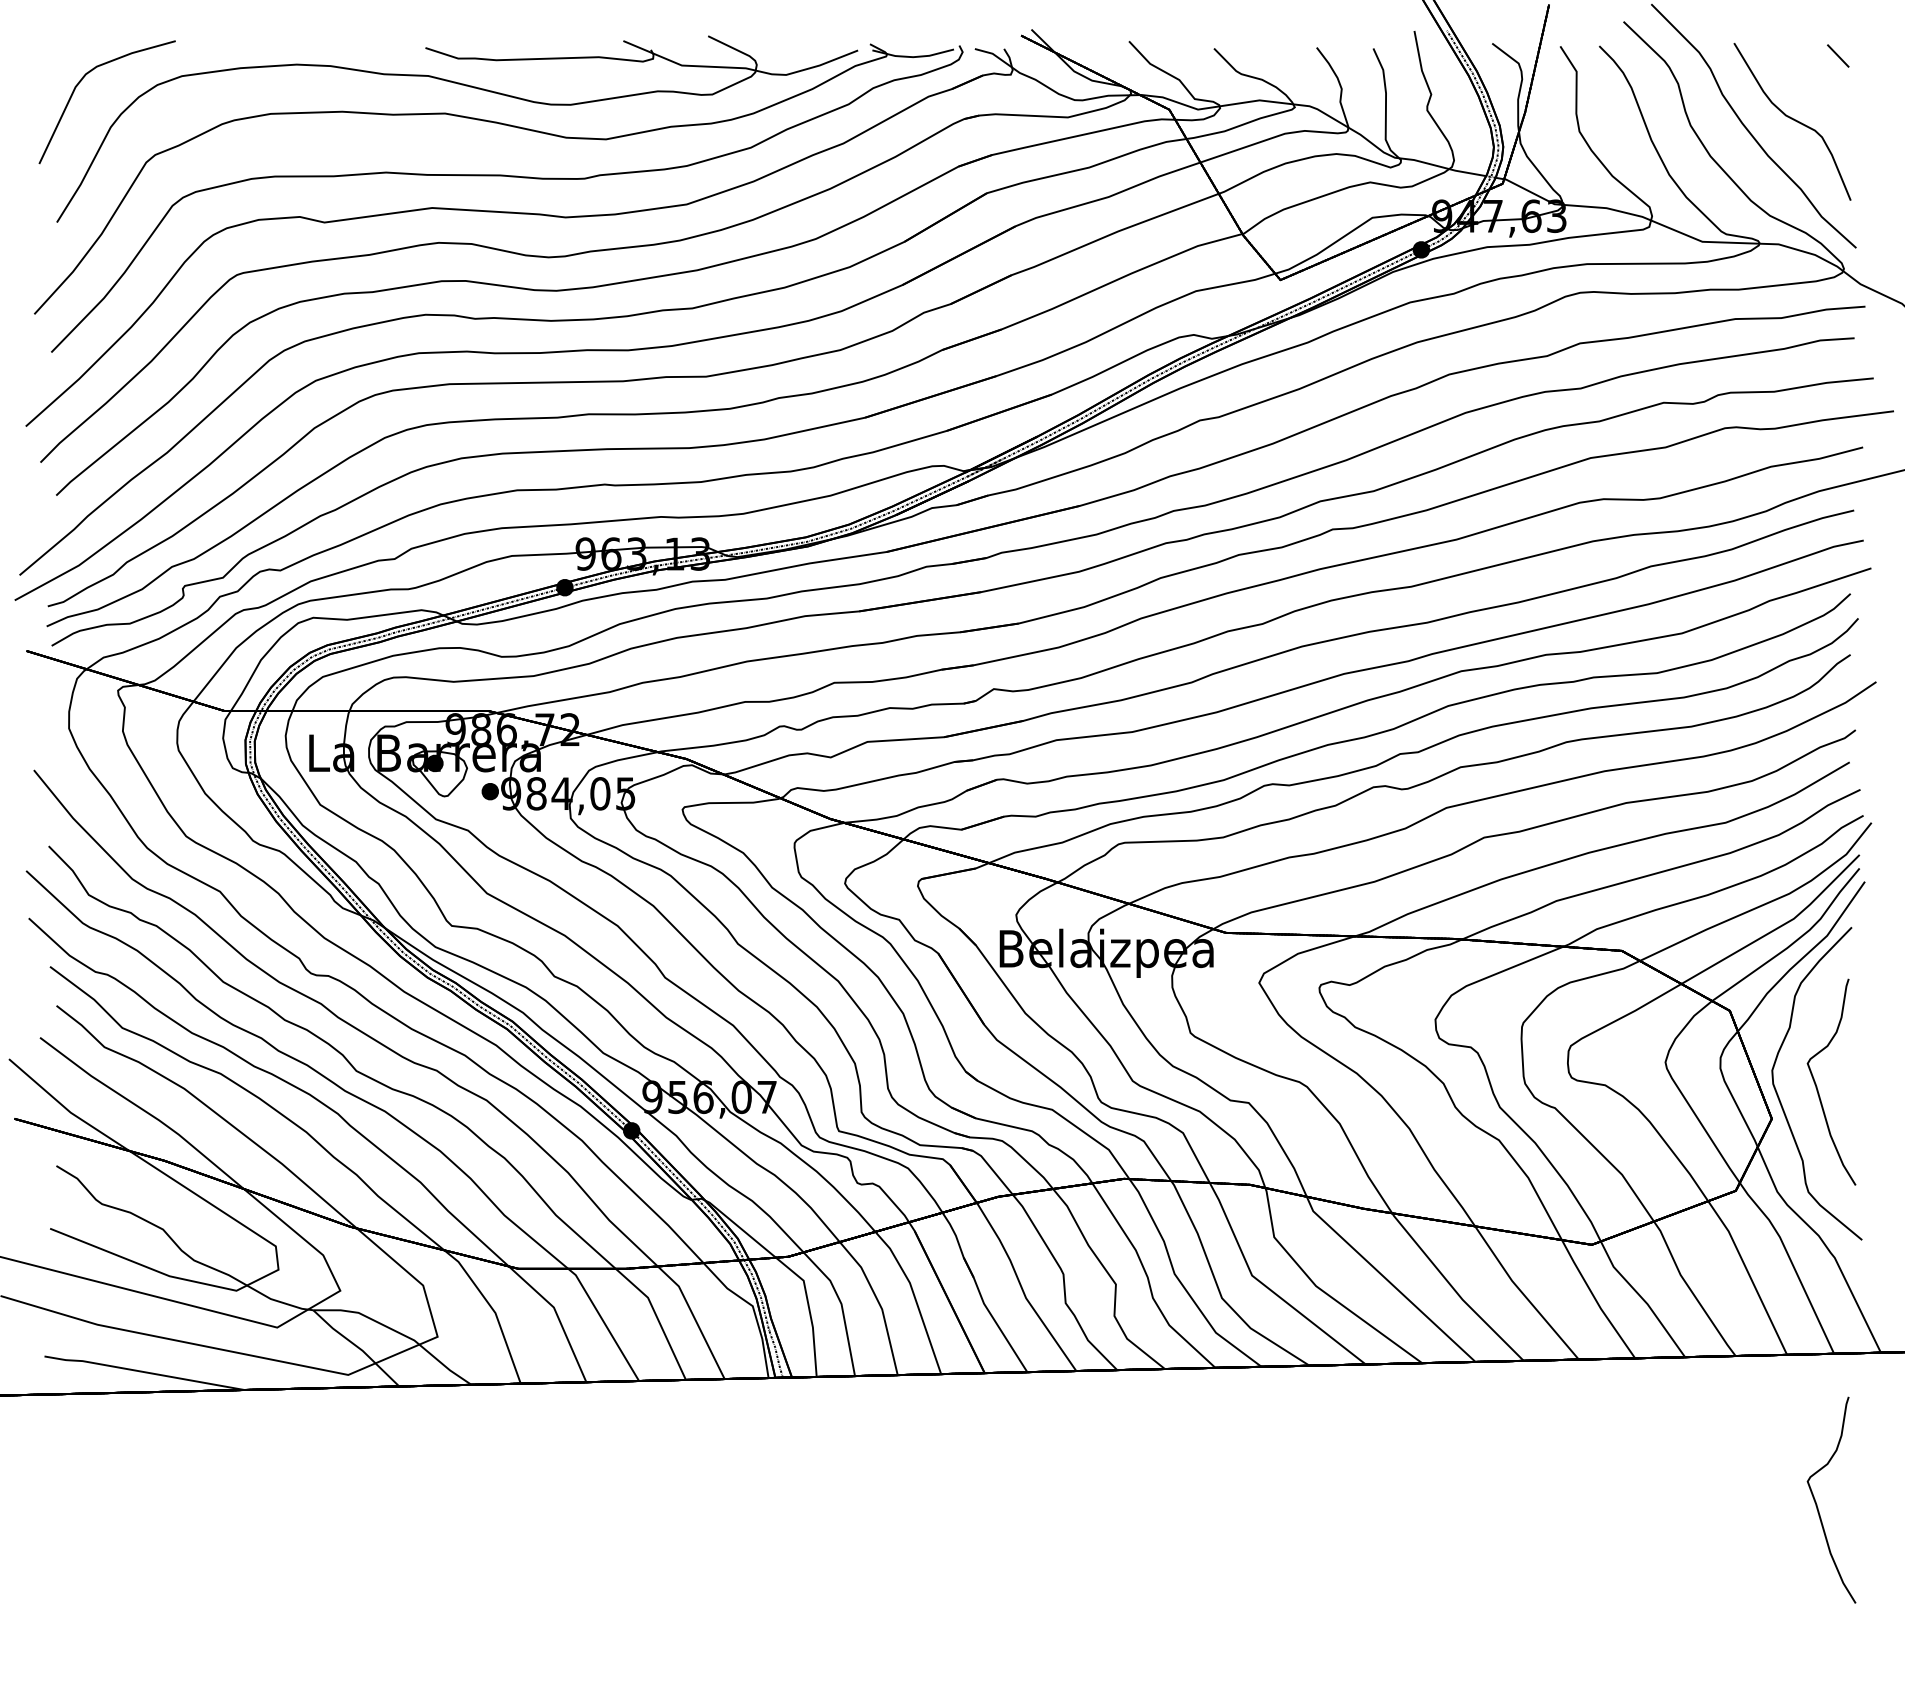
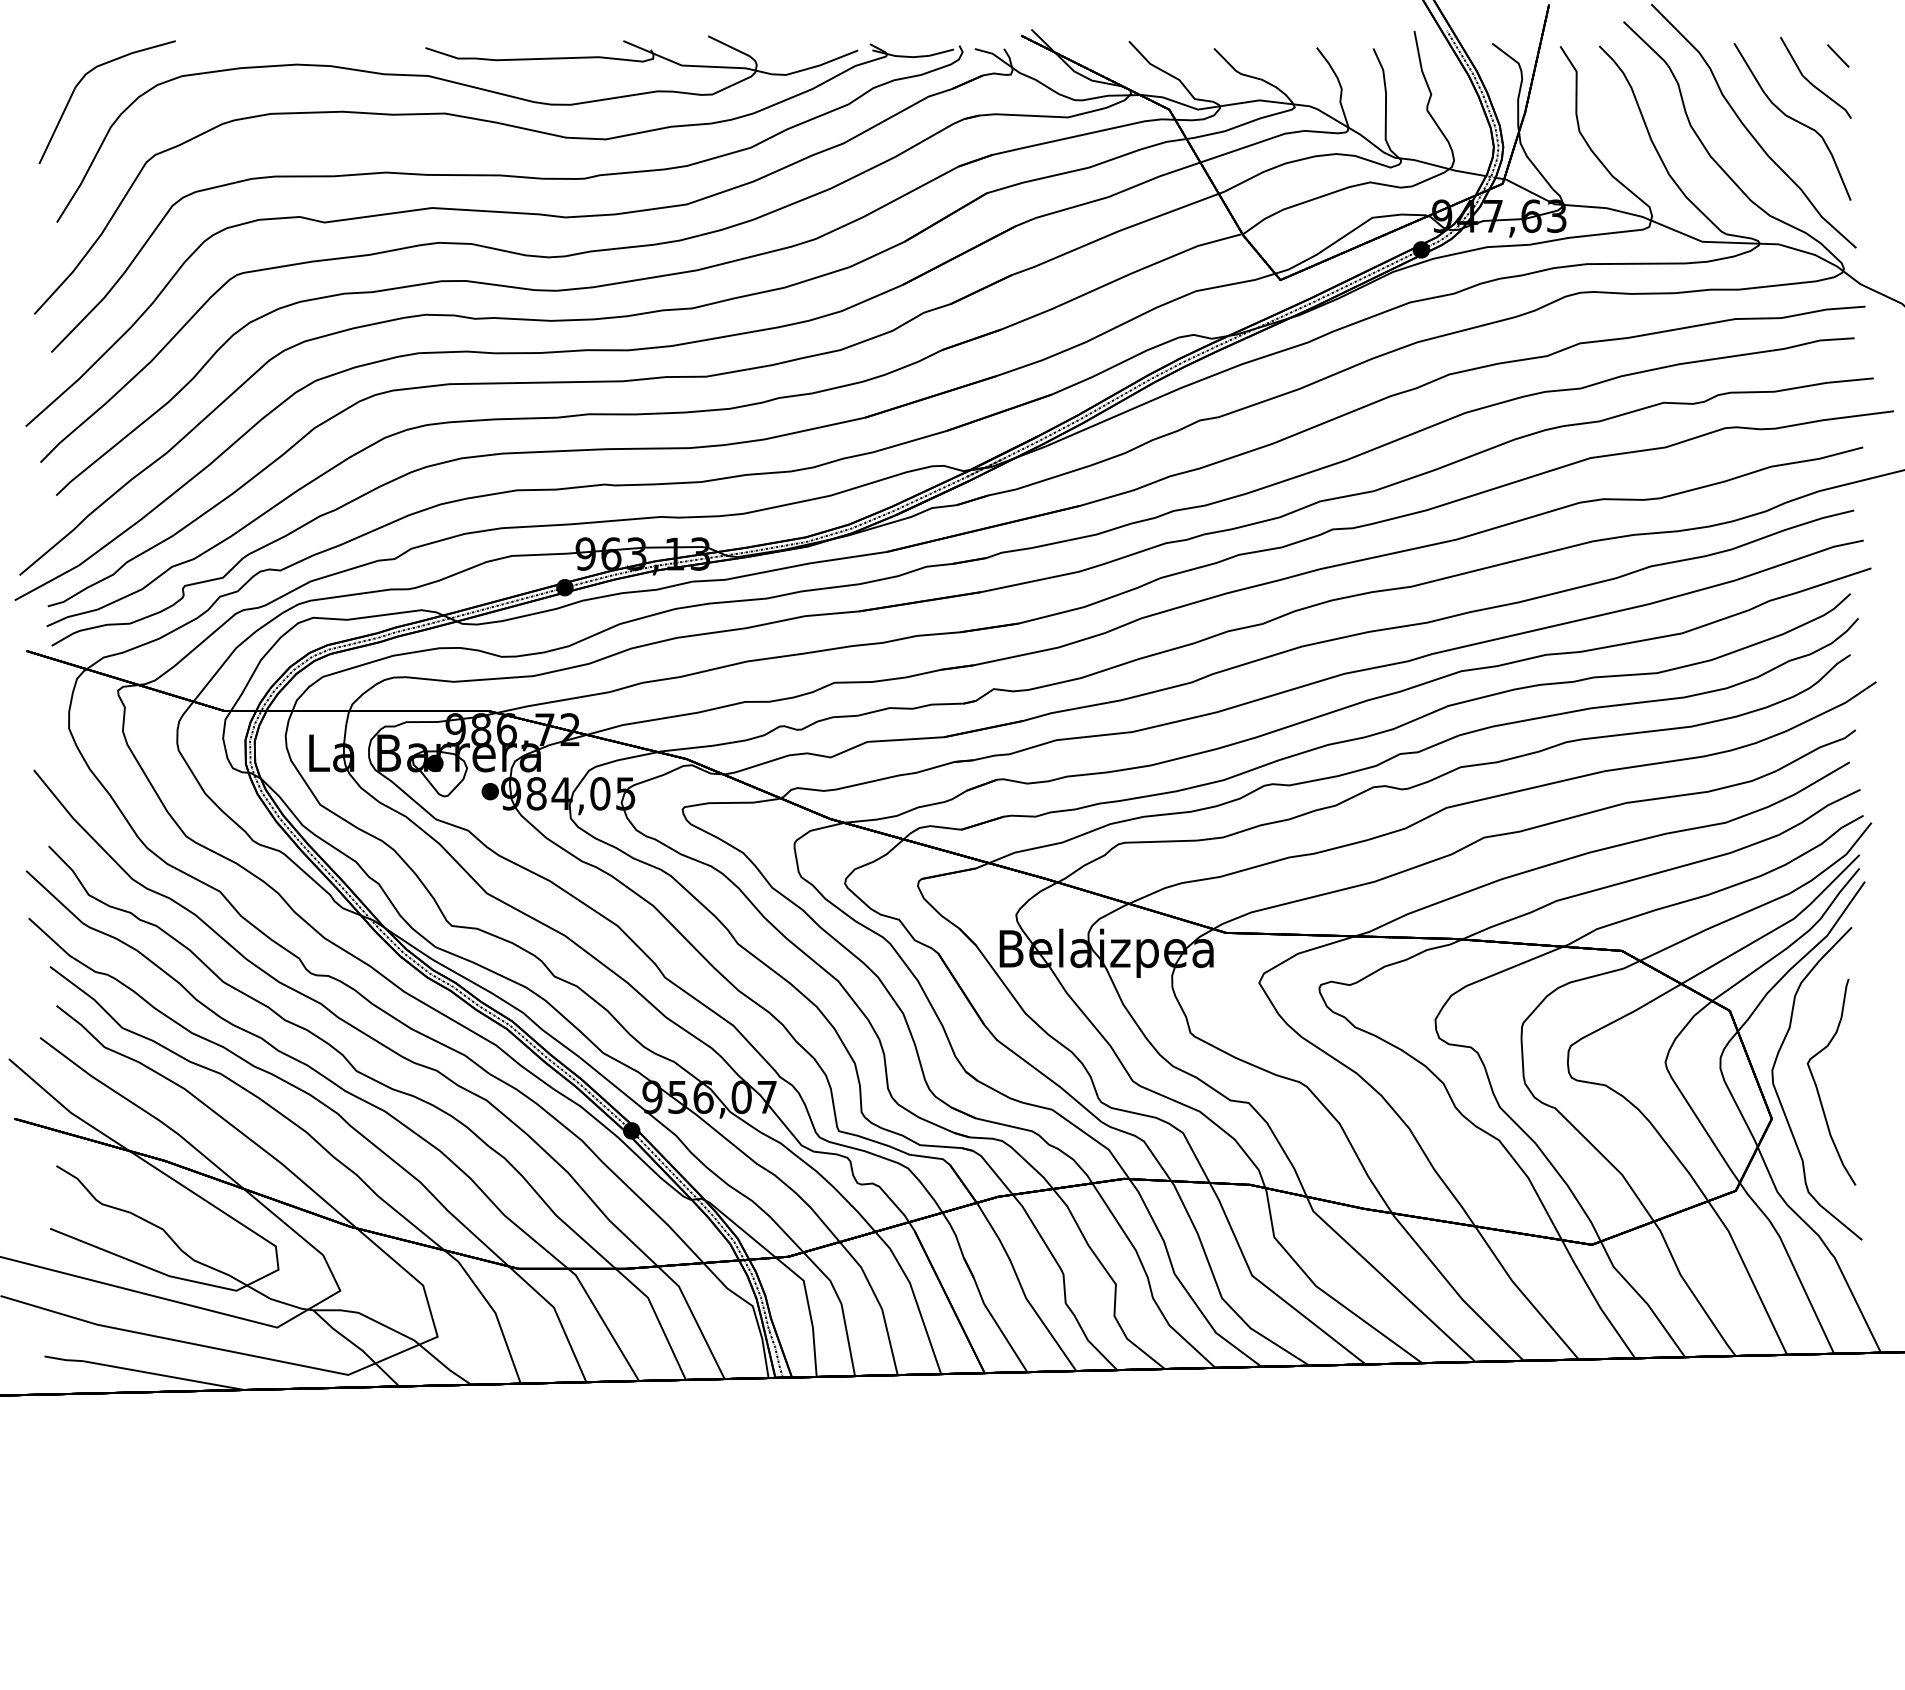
line at (1810, 81): none -> present
curve at (1817, 1504): present -> none
